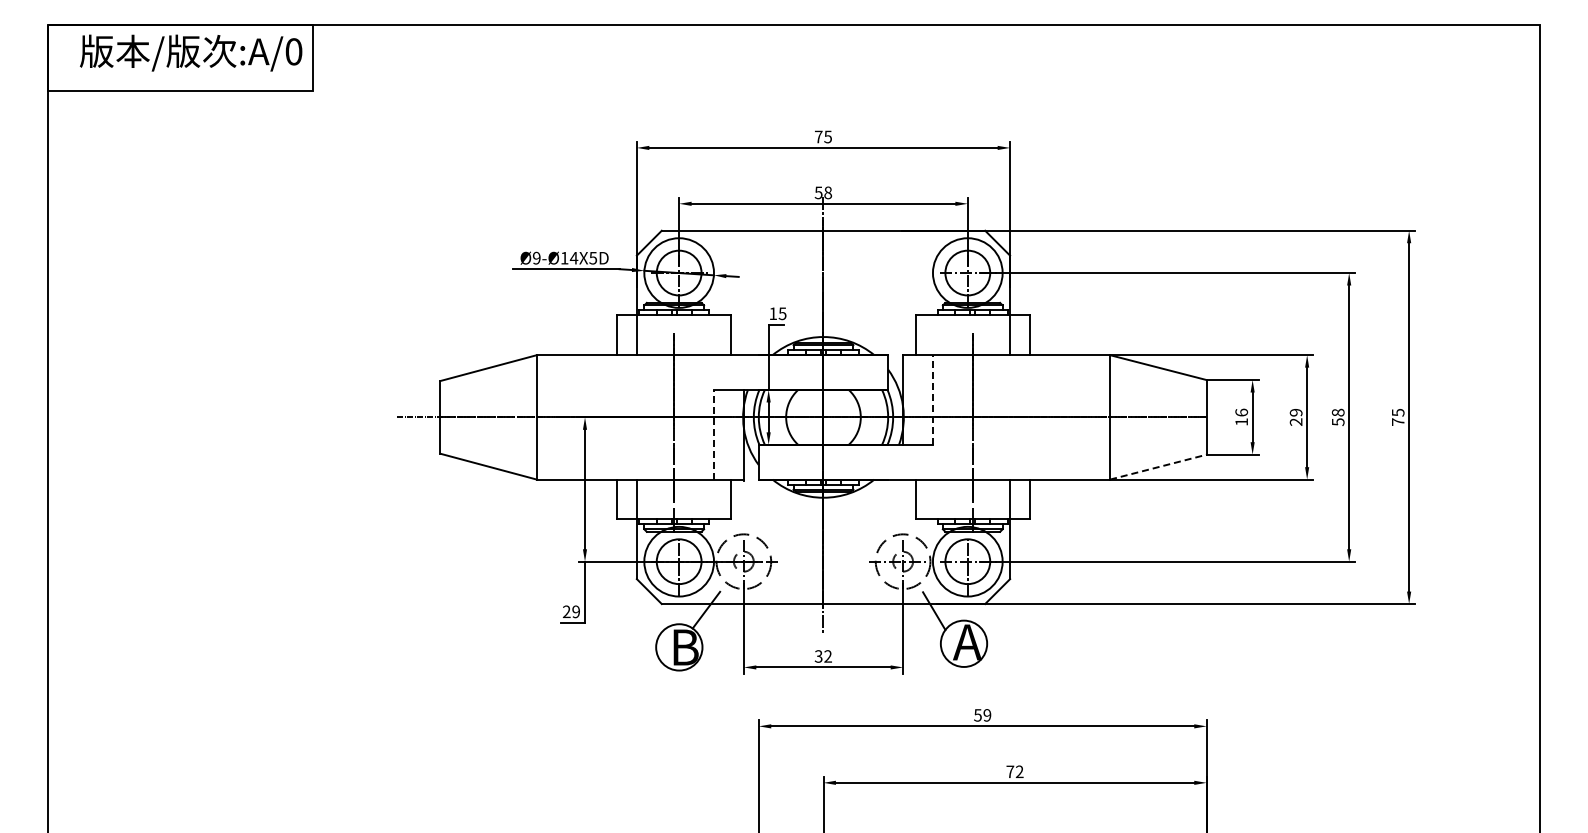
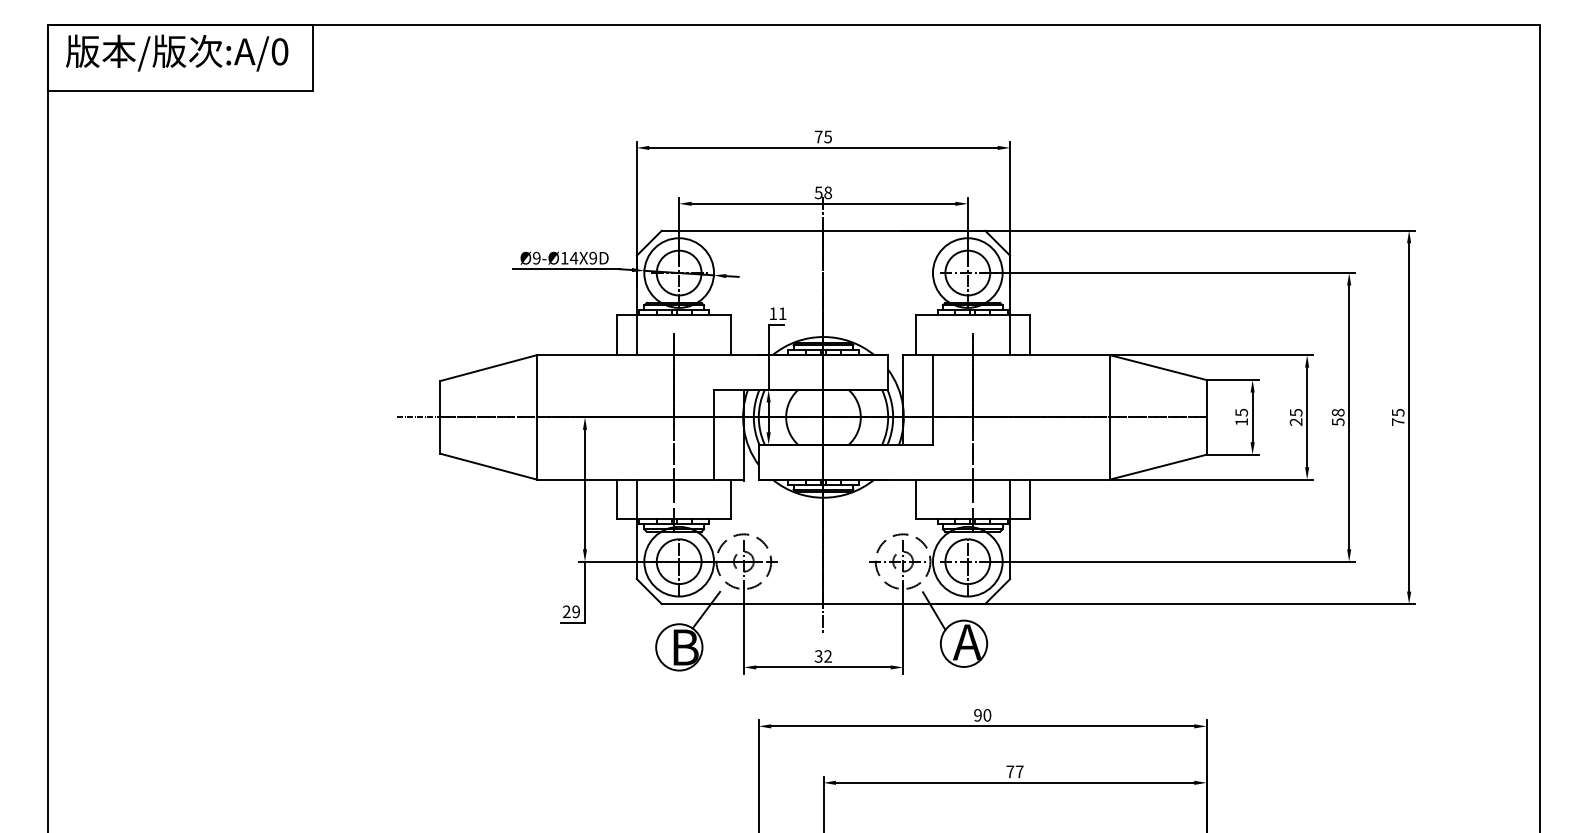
text at (191, 52) position: (191, 52) -> (177, 52)
text at (593, 257): Ø9-Ø14X5D -> Ø9-Ø14X9D
text at (782, 313): 15 -> 11
line at (932, 399): dashed -> solid
text at (1241, 412): 16 -> 15
text at (1295, 412): 29 -> 25
line at (714, 434): dashed -> solid
line at (1158, 467): dashed -> solid
text at (982, 715): 59 -> 90
text at (1019, 771): 72 -> 77
